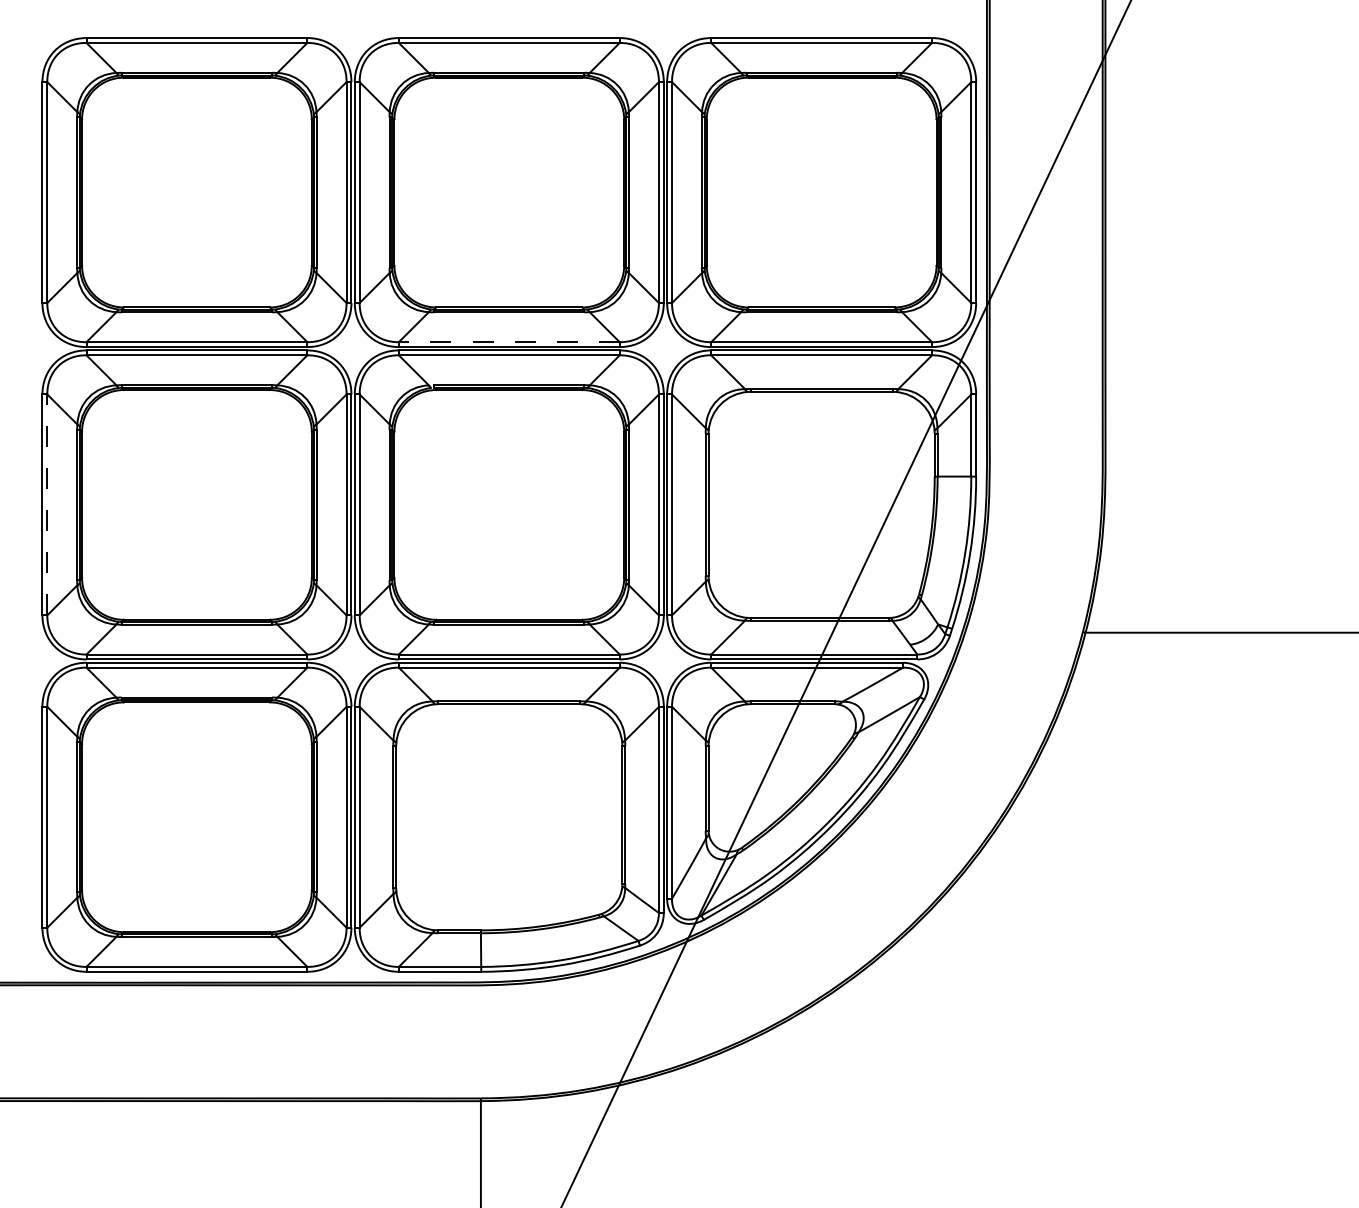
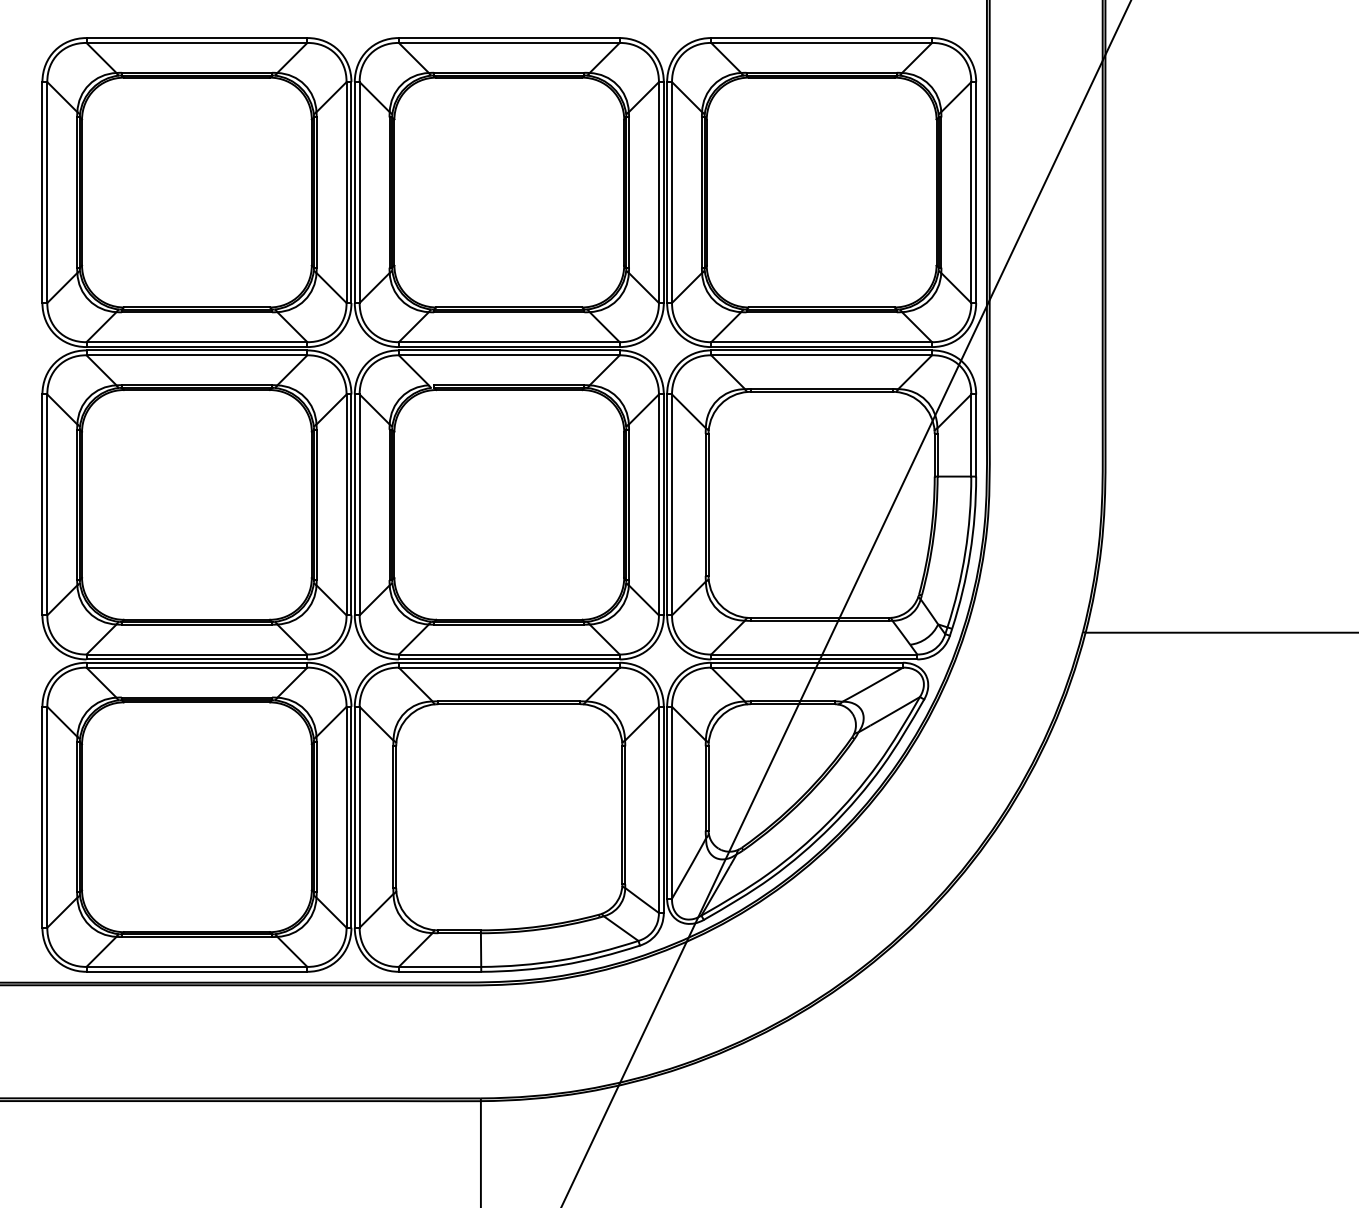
line at (508, 342): dashed -> solid
line at (47, 504): dashed -> solid
